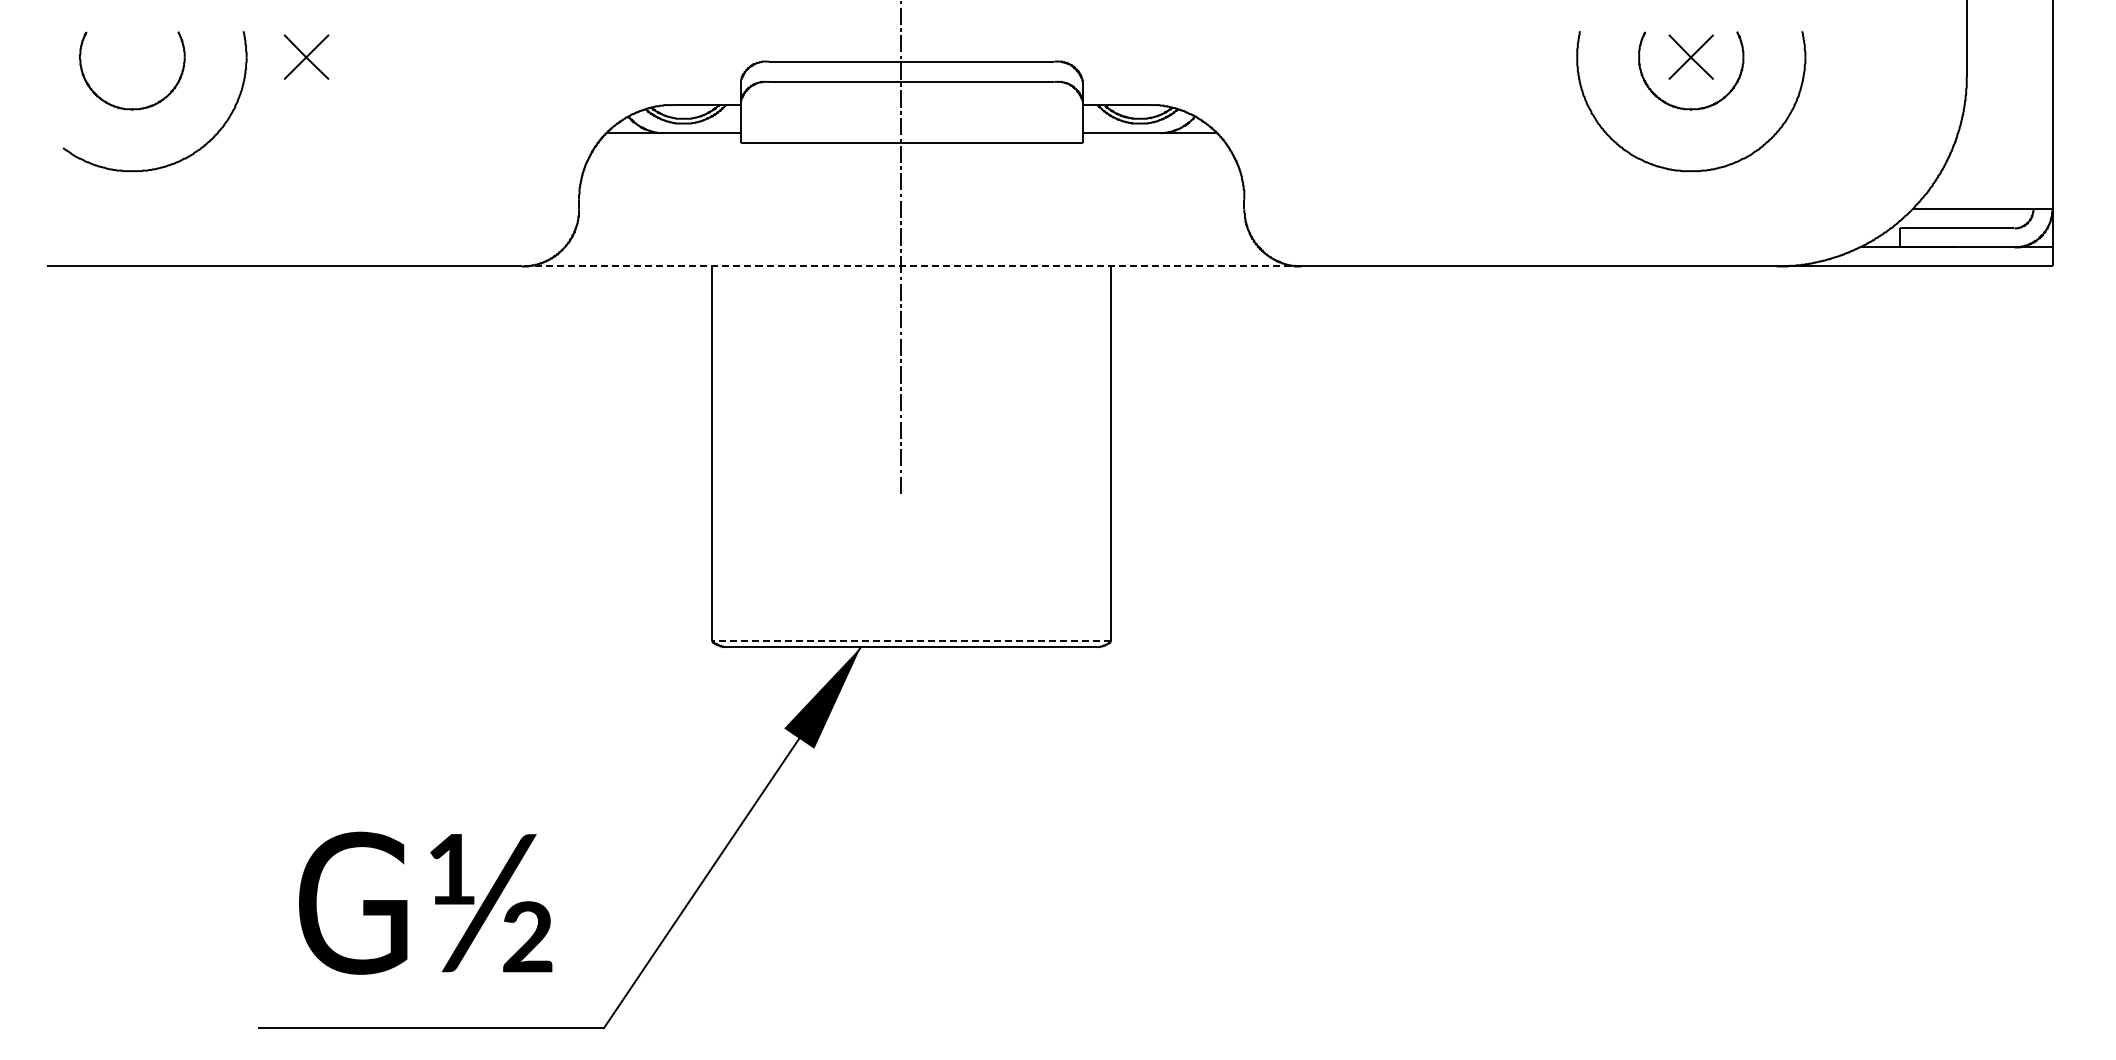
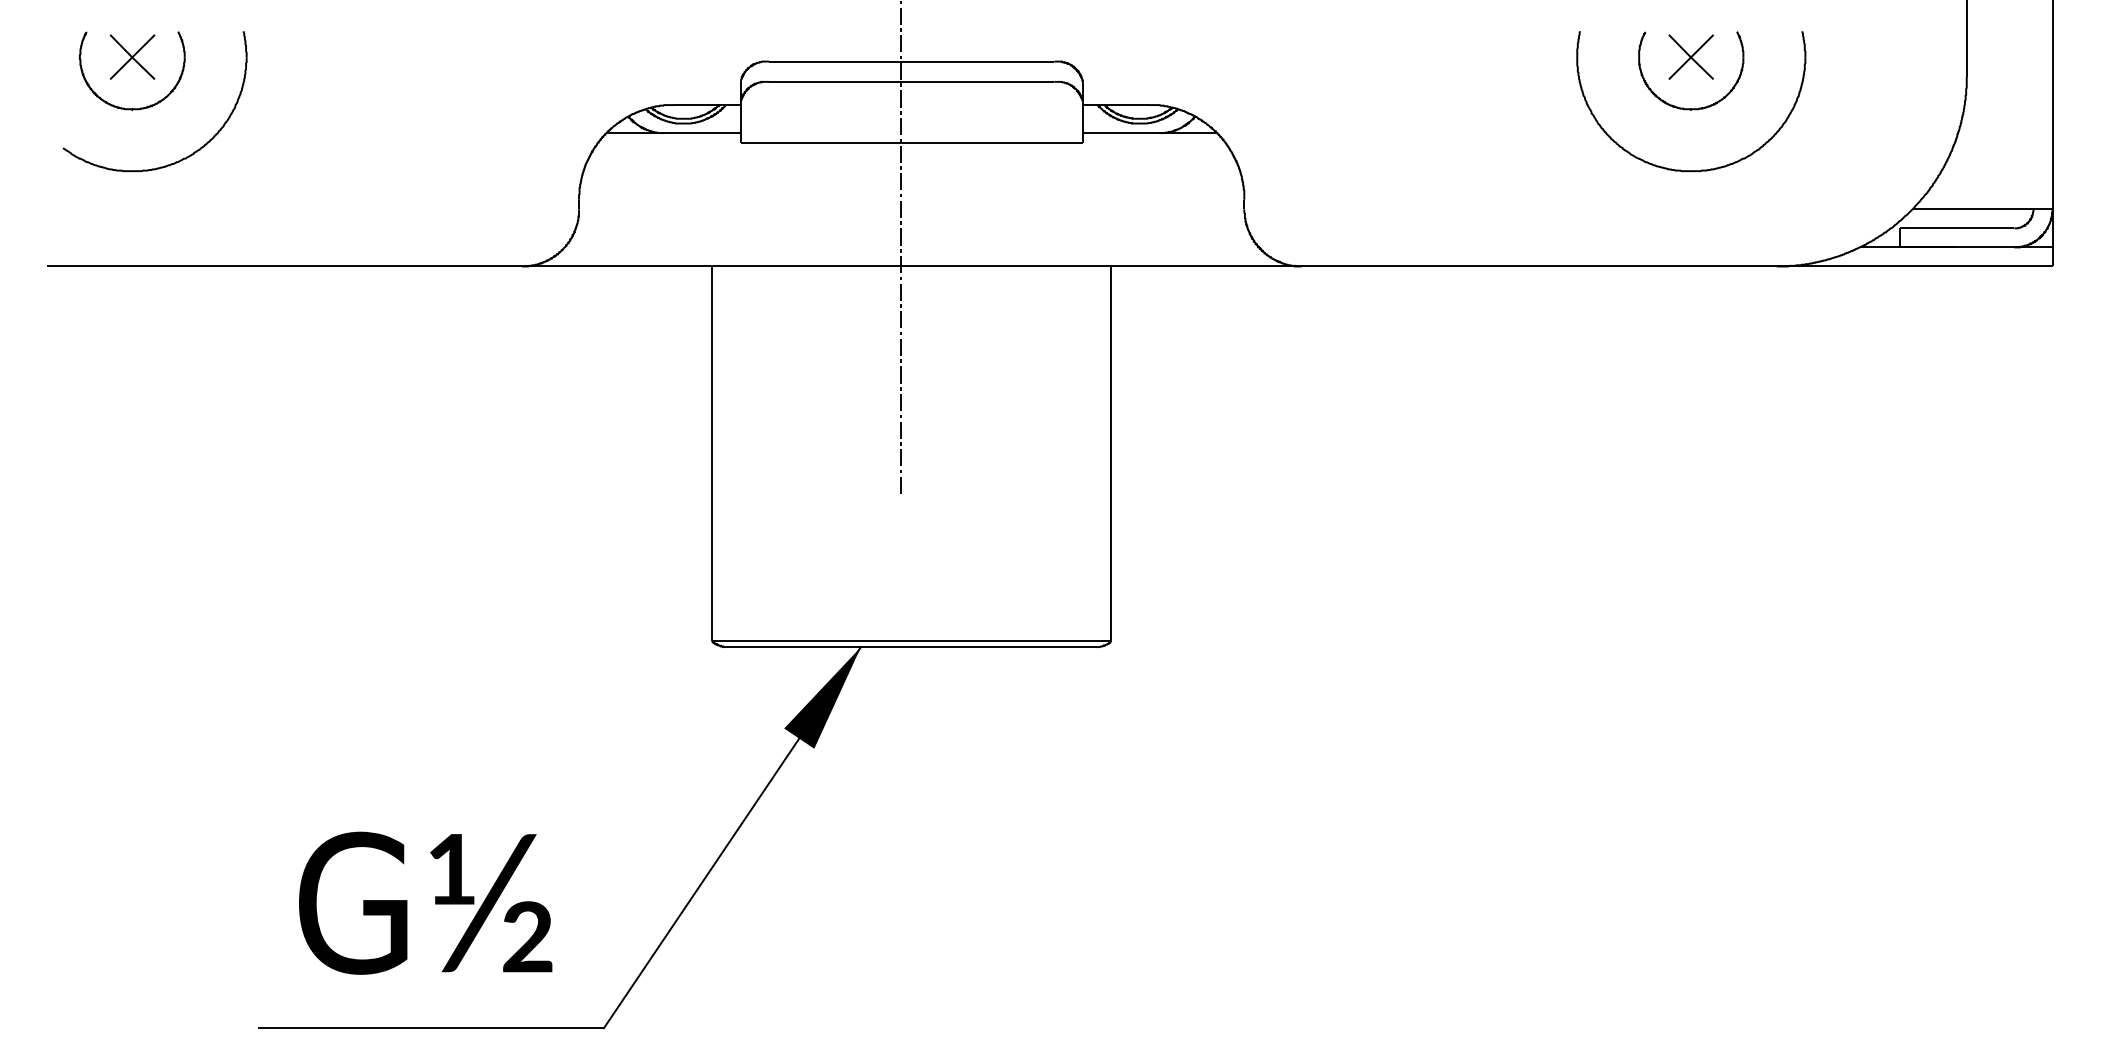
part at (306, 56) position: (306, 56) -> (132, 56)
line at (911, 266): dashed -> solid
line at (911, 641): dashed -> solid
